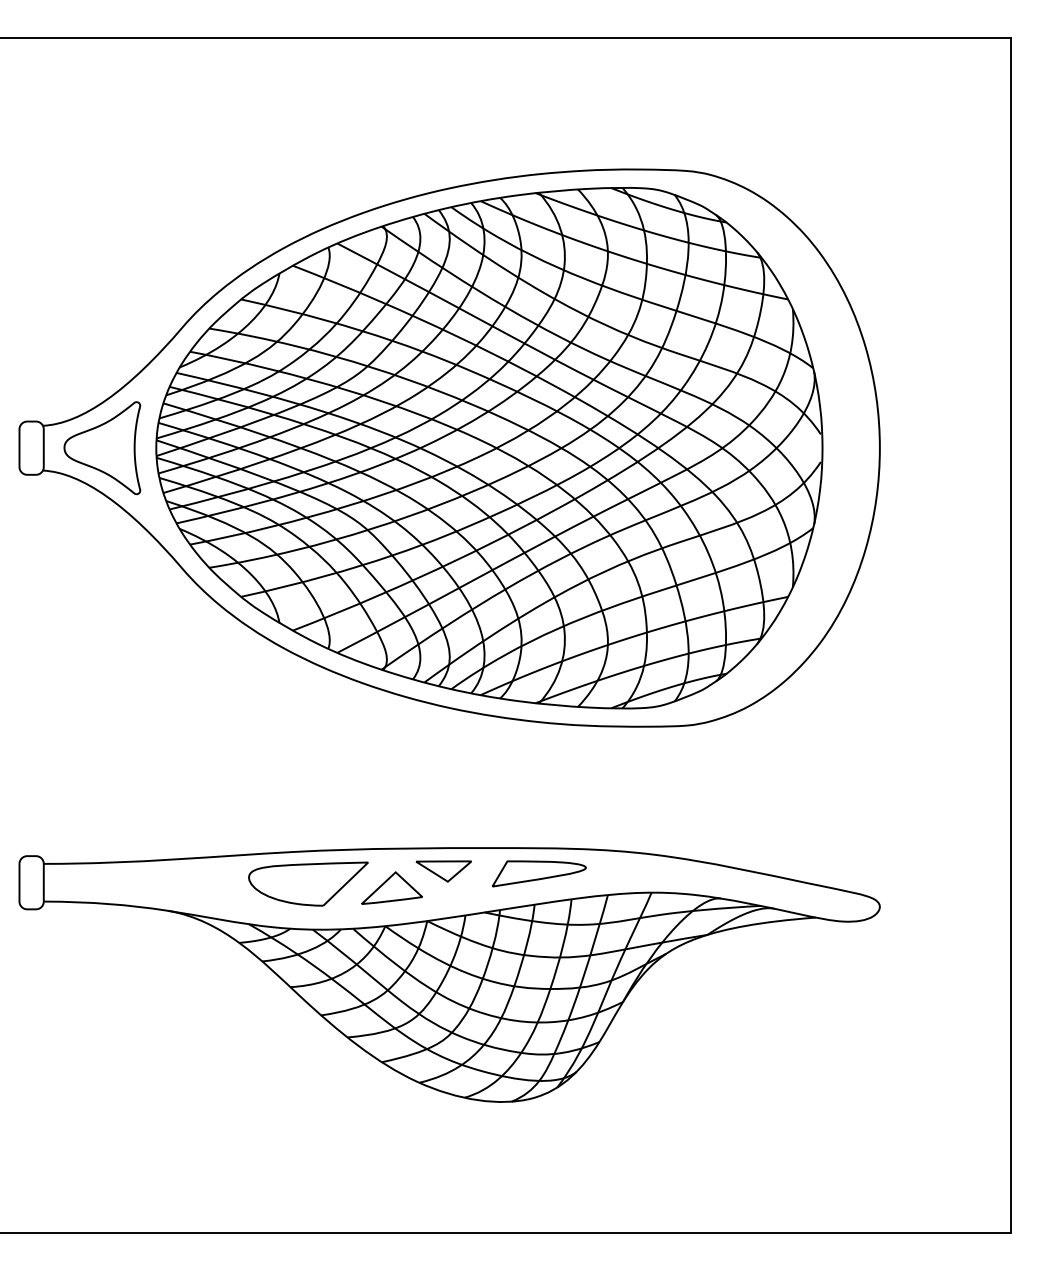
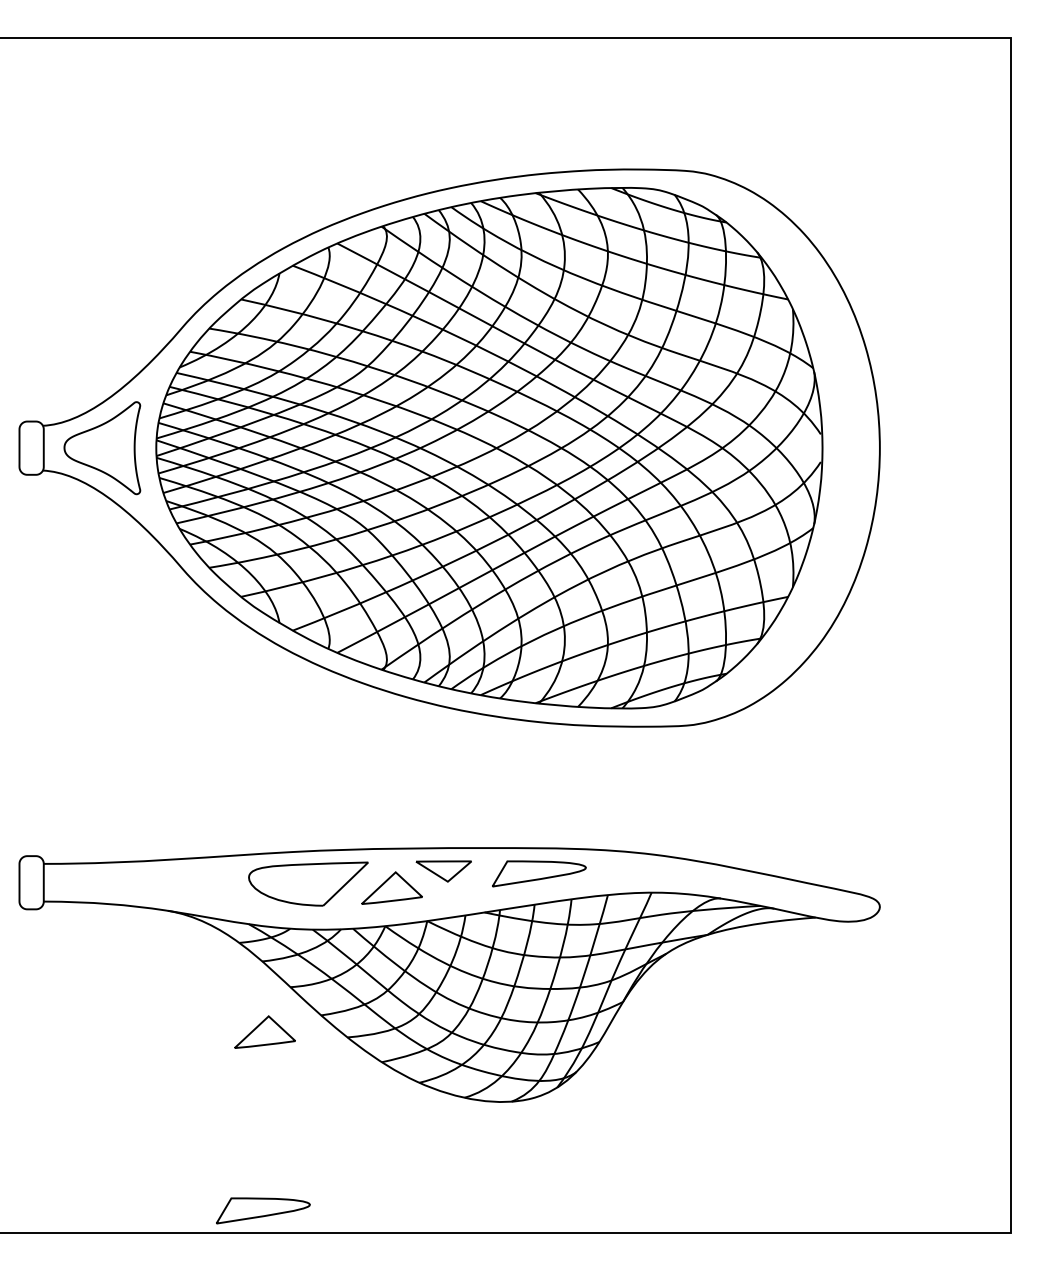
part at (264, 1031): none -> present
part at (263, 1210): none -> present
